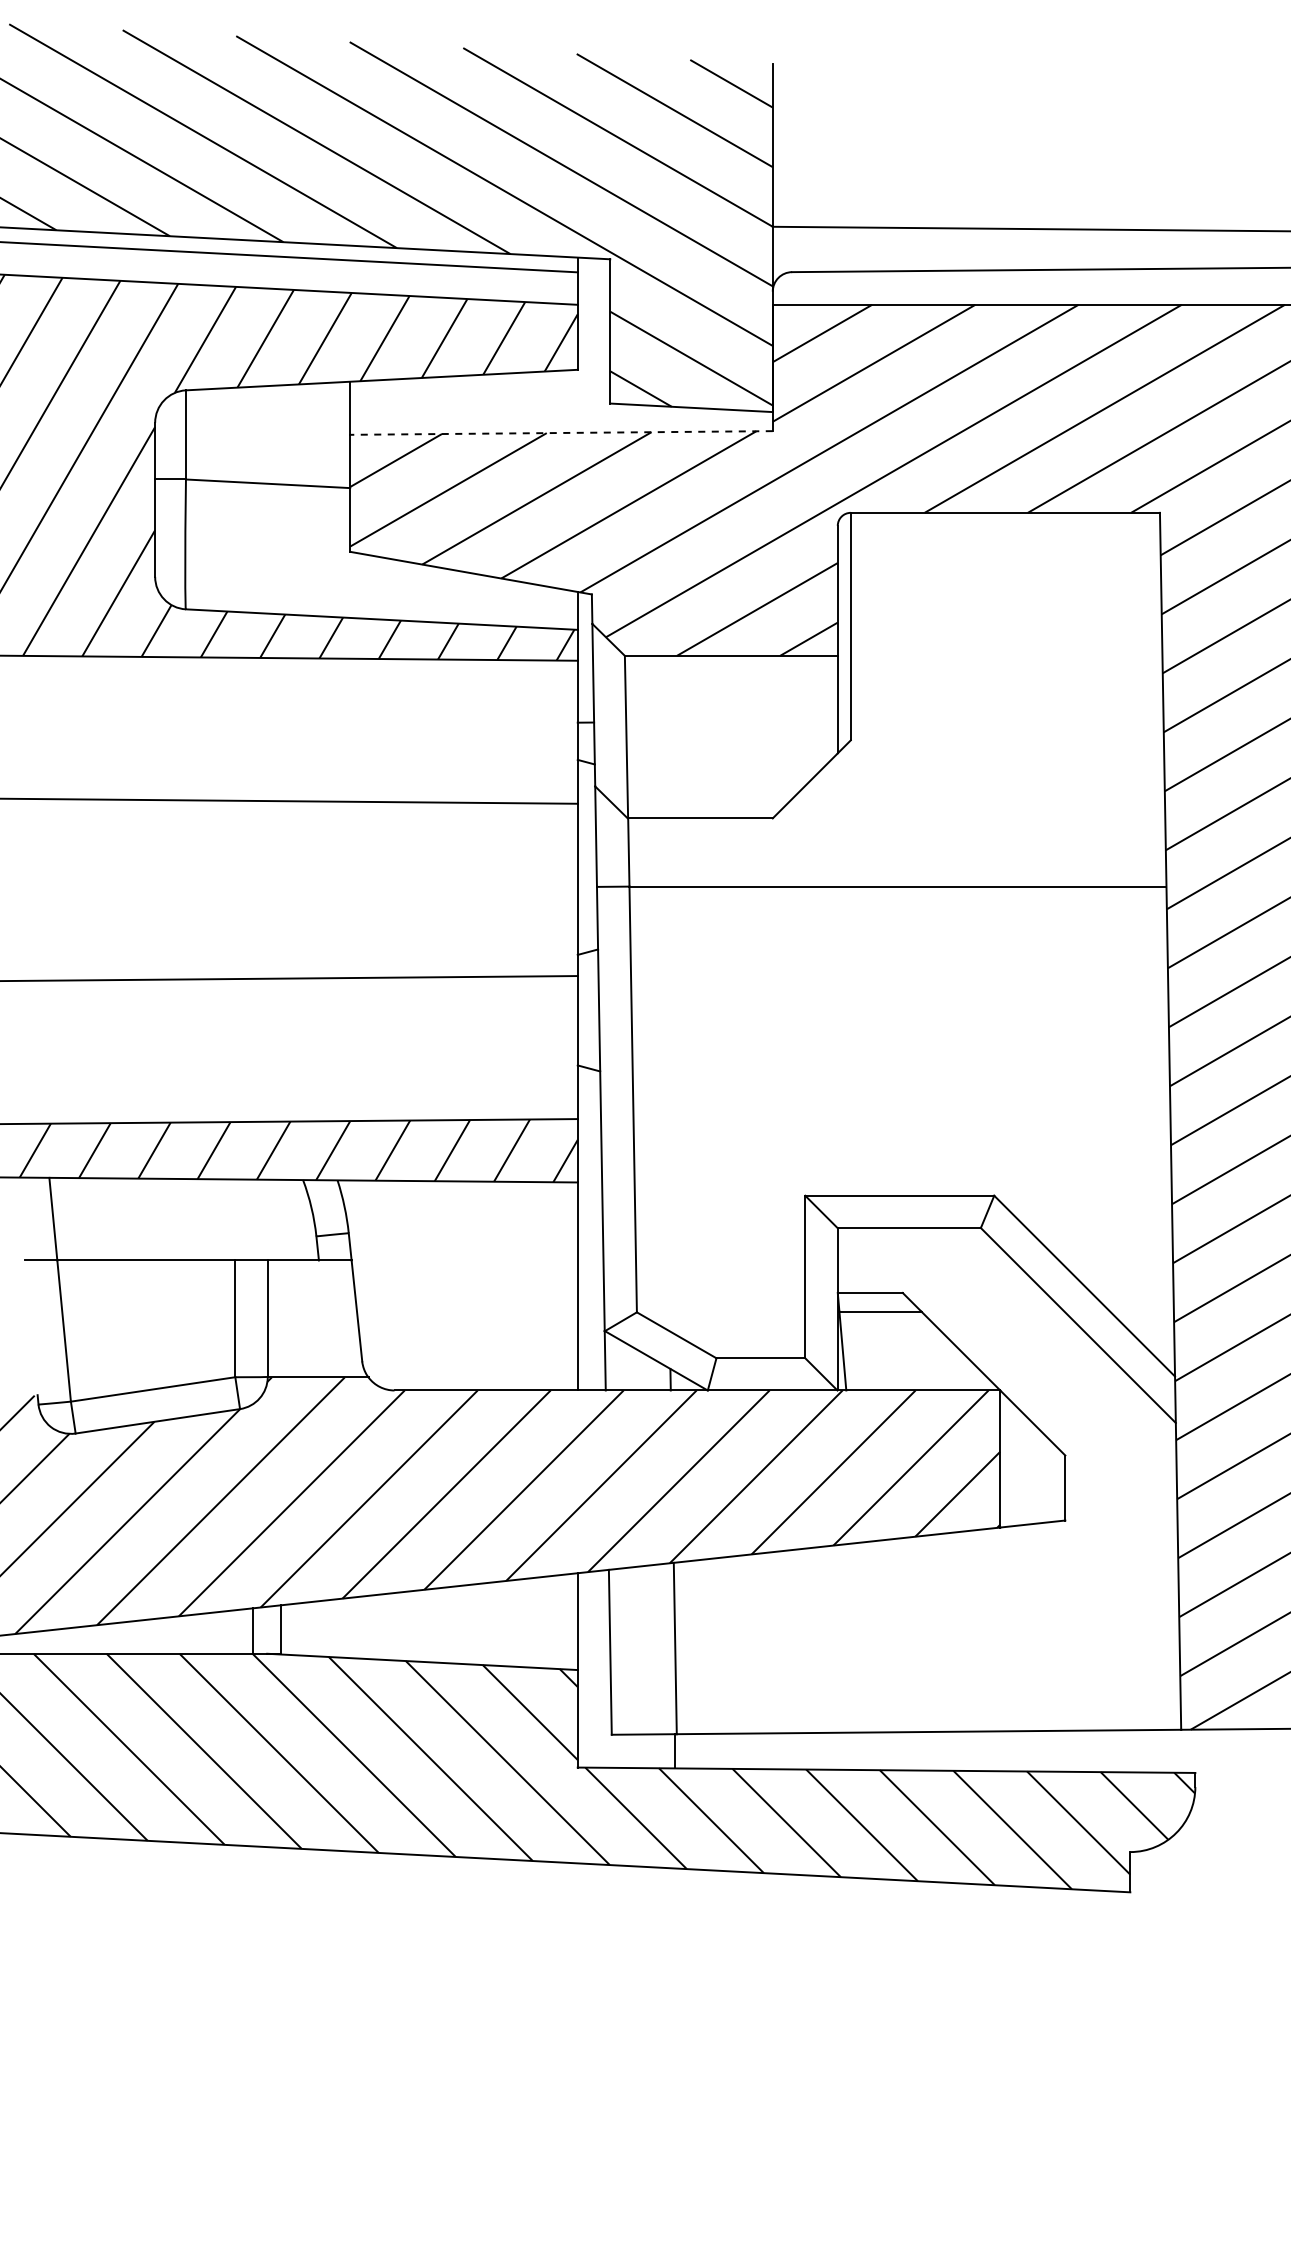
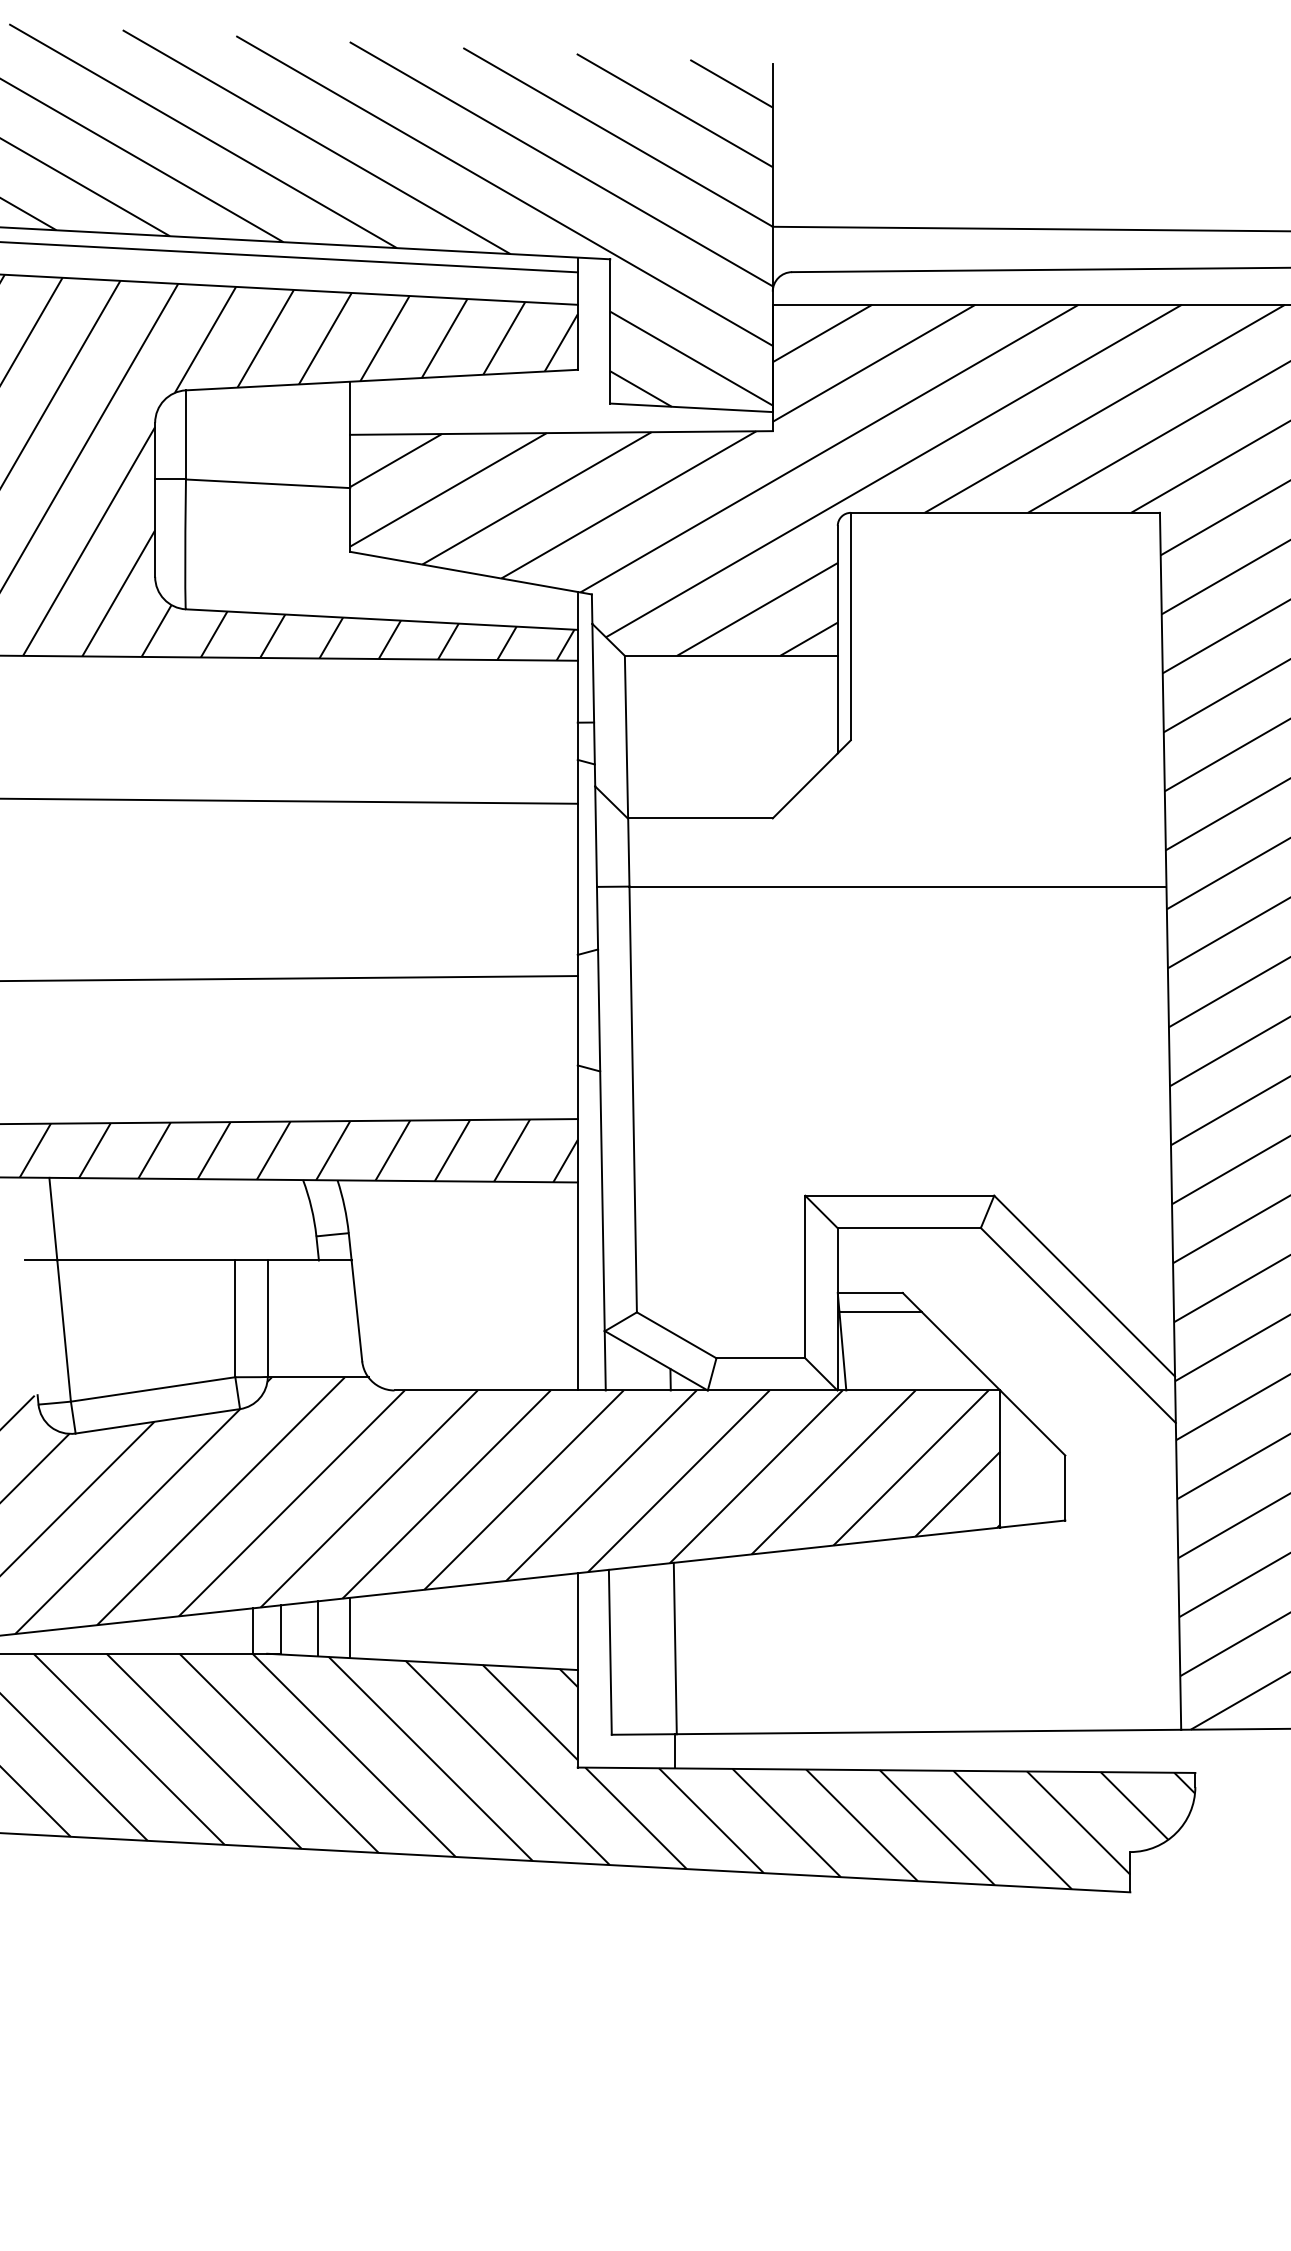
line at (560, 433): dashed -> solid
line at (350, 1627): none -> present
line at (317, 1628): none -> present
